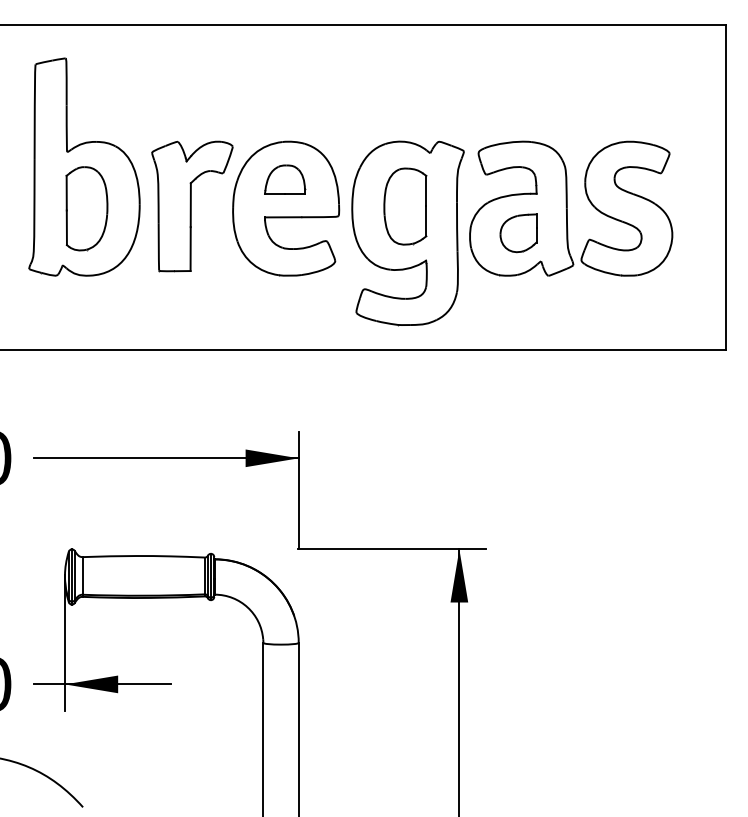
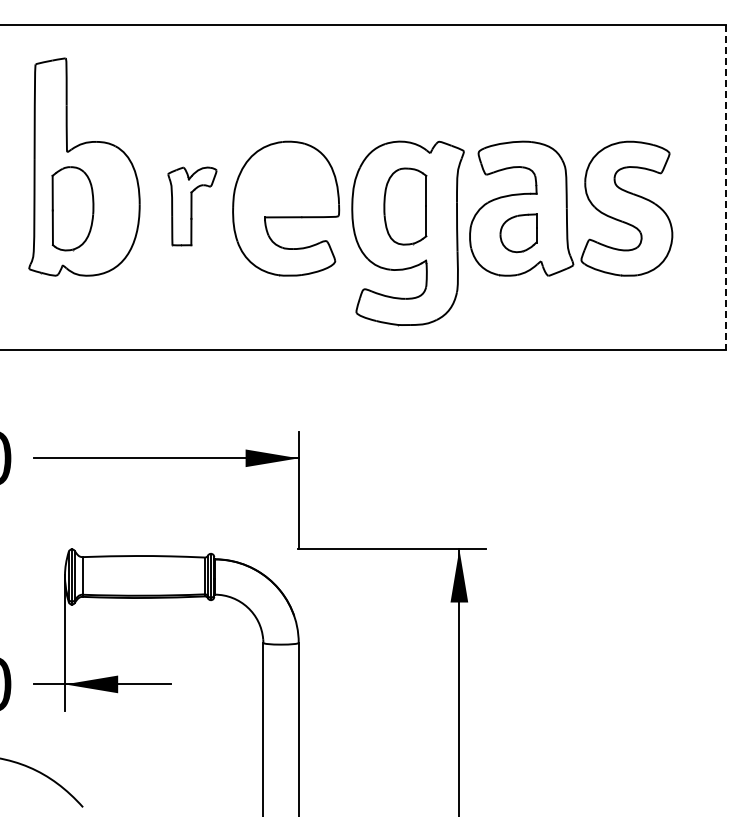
part at (285, 179): present -> none
line at (725, 187): solid -> dashed
part at (192, 206) size: 83x133 px -> 51x81 px
part at (86, 208) position: (86, 208) -> (72, 208)
